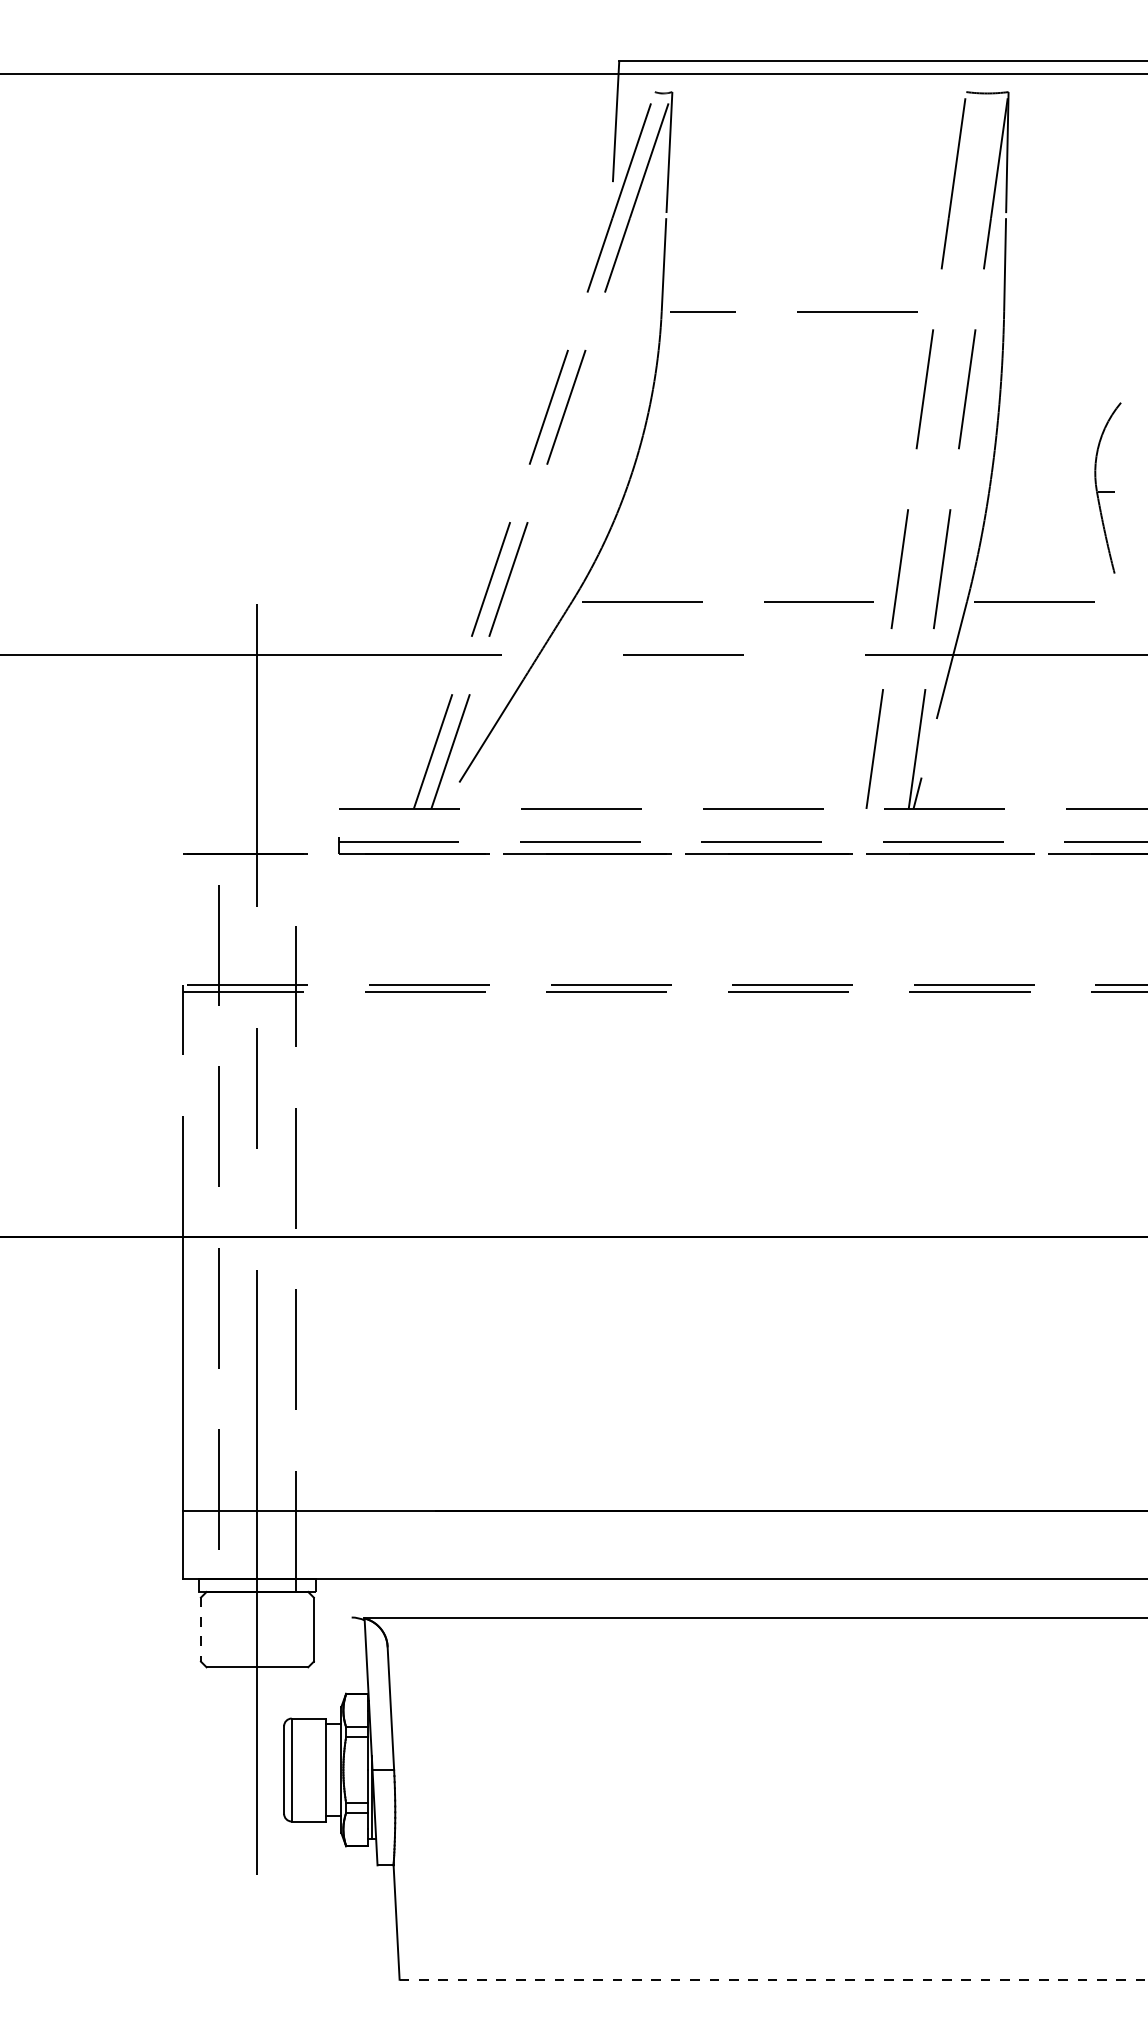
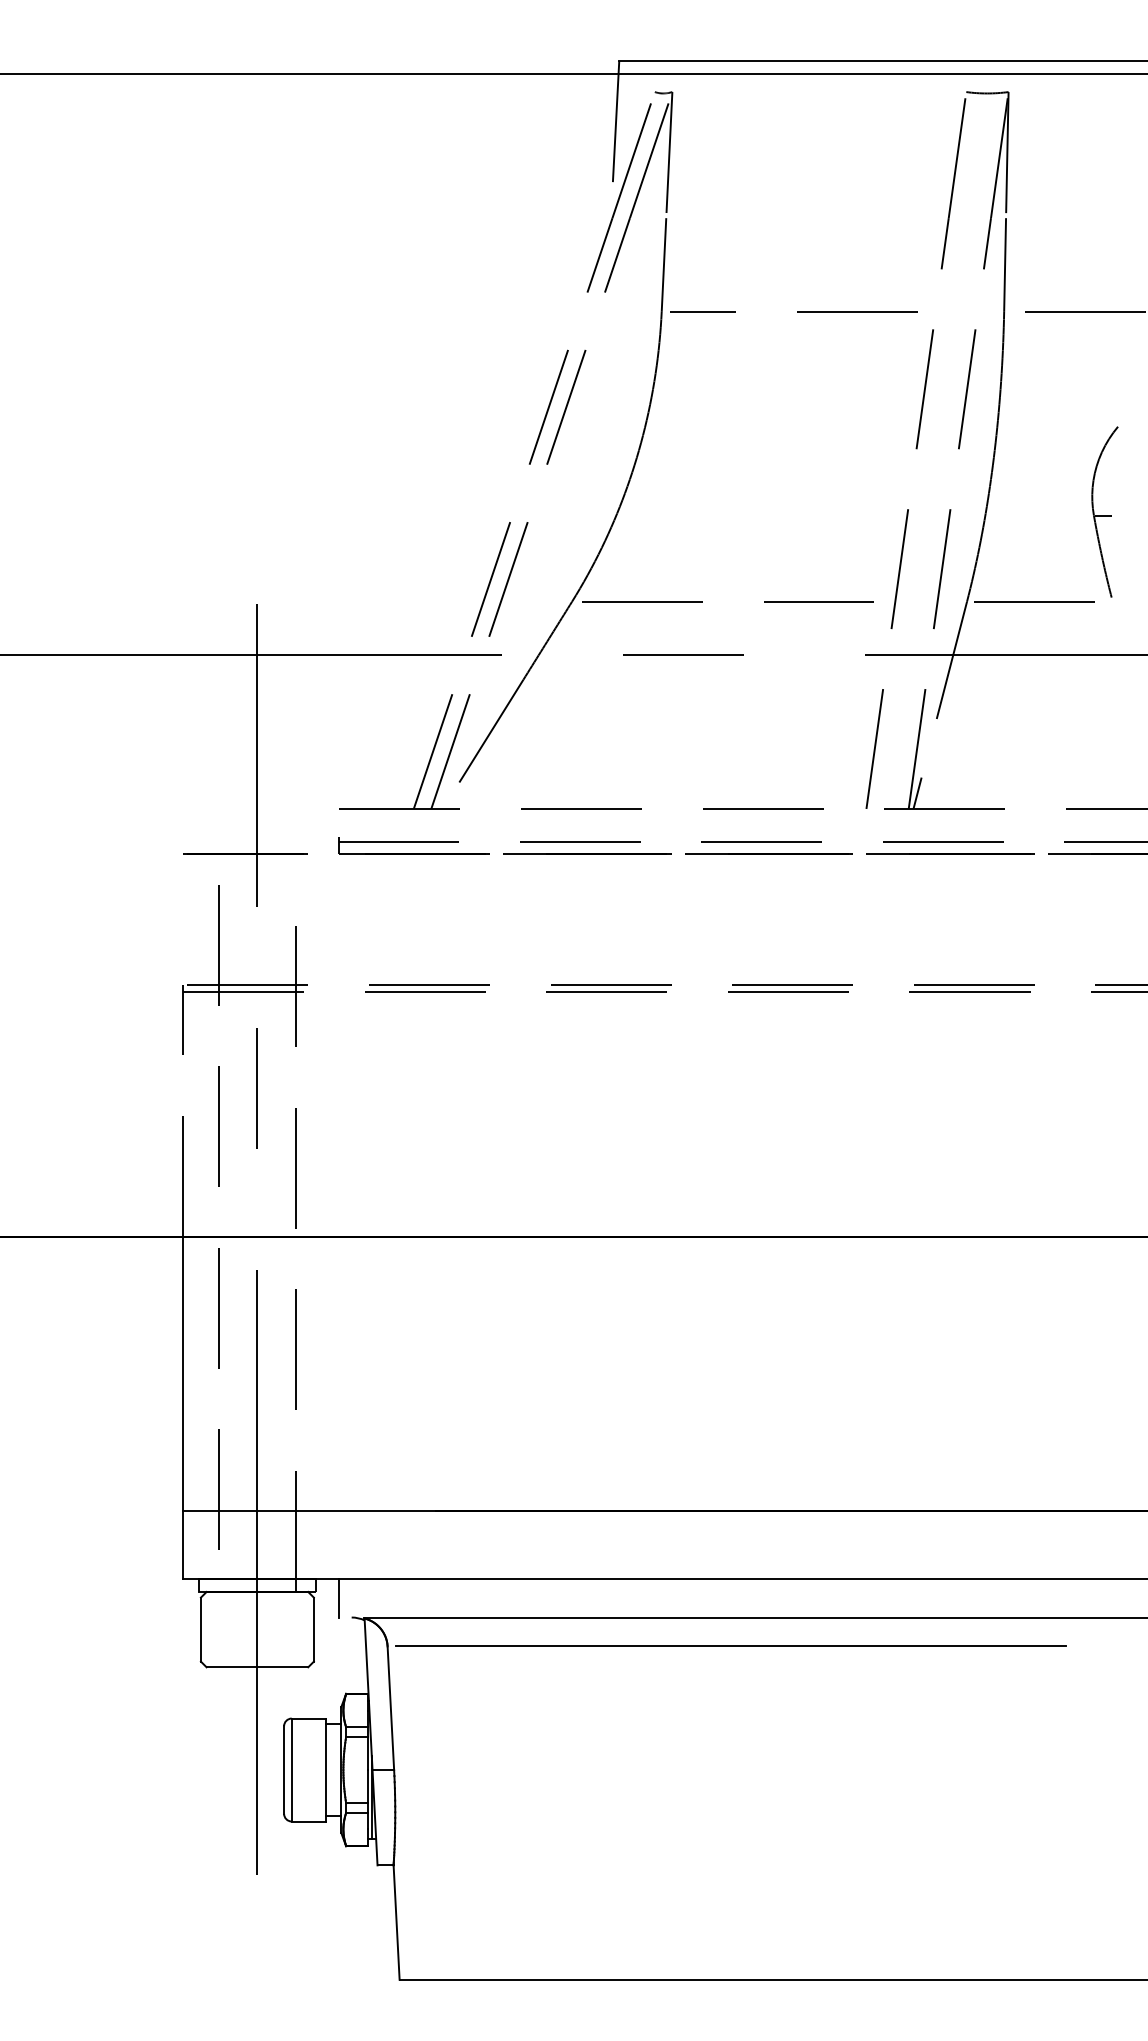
line at (1084, 311): none -> present
part at (1107, 487) position: (1107, 487) -> (1104, 511)
line at (339, 1598): none -> present
line at (200, 1630): dashed -> solid
line at (730, 1646): none -> present
line at (773, 1979): dashed -> solid
